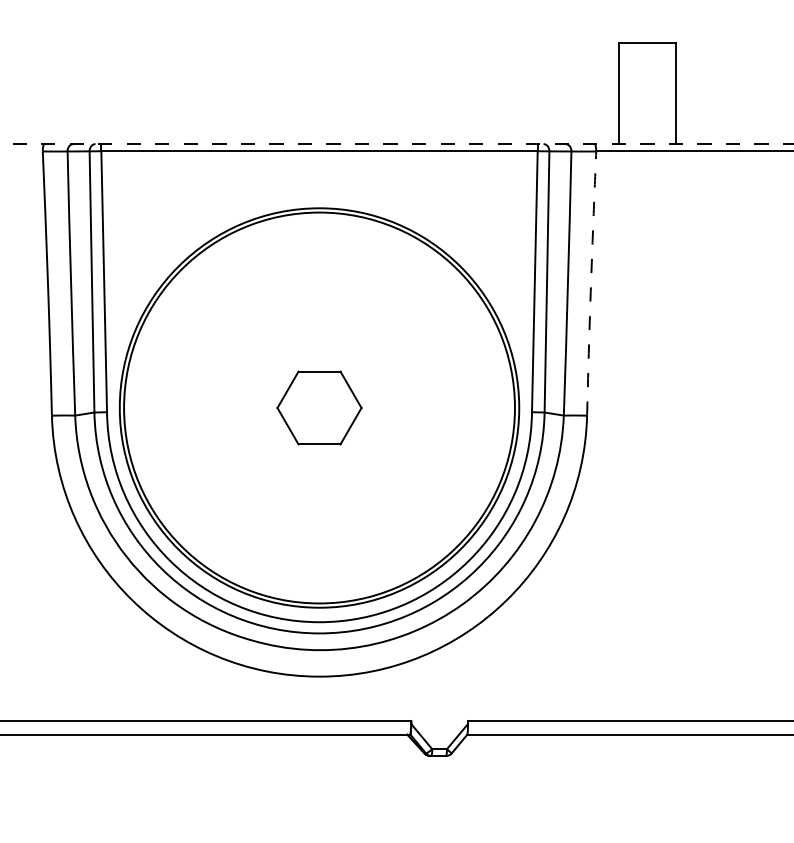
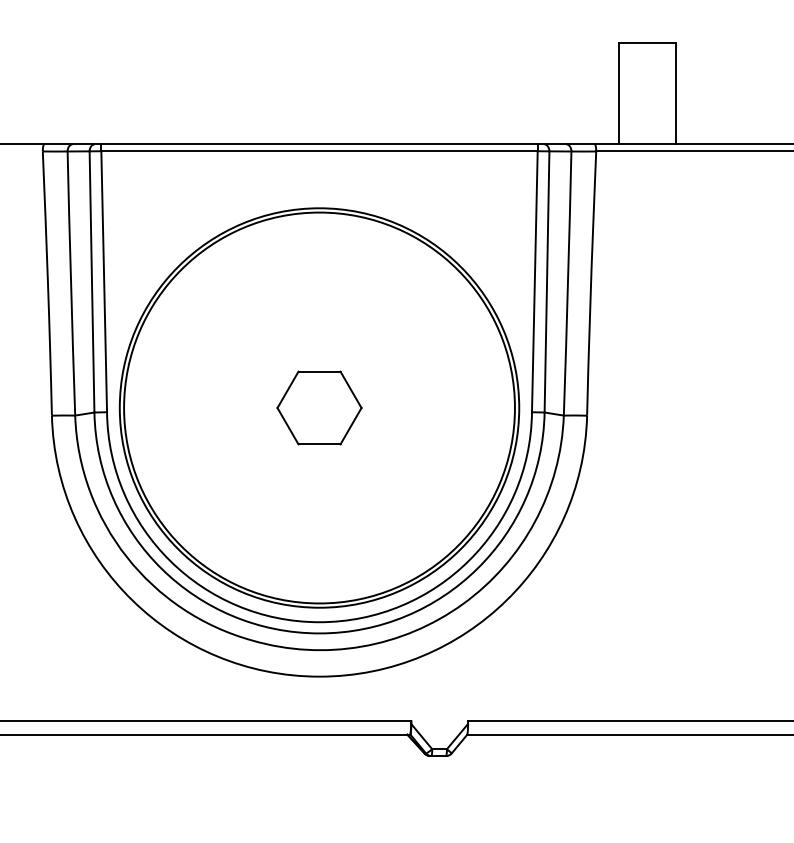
line at (397, 144): dashed -> solid
line at (591, 280): dashed -> solid
